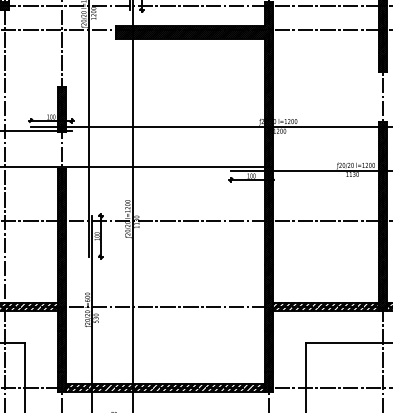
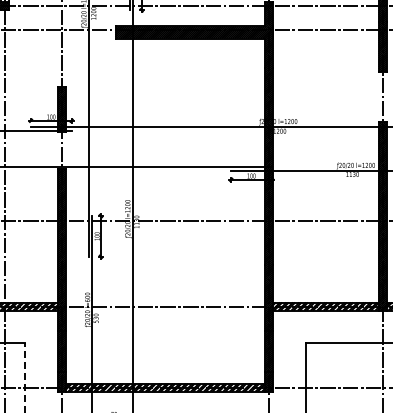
line at (25, 377): solid -> dashed
